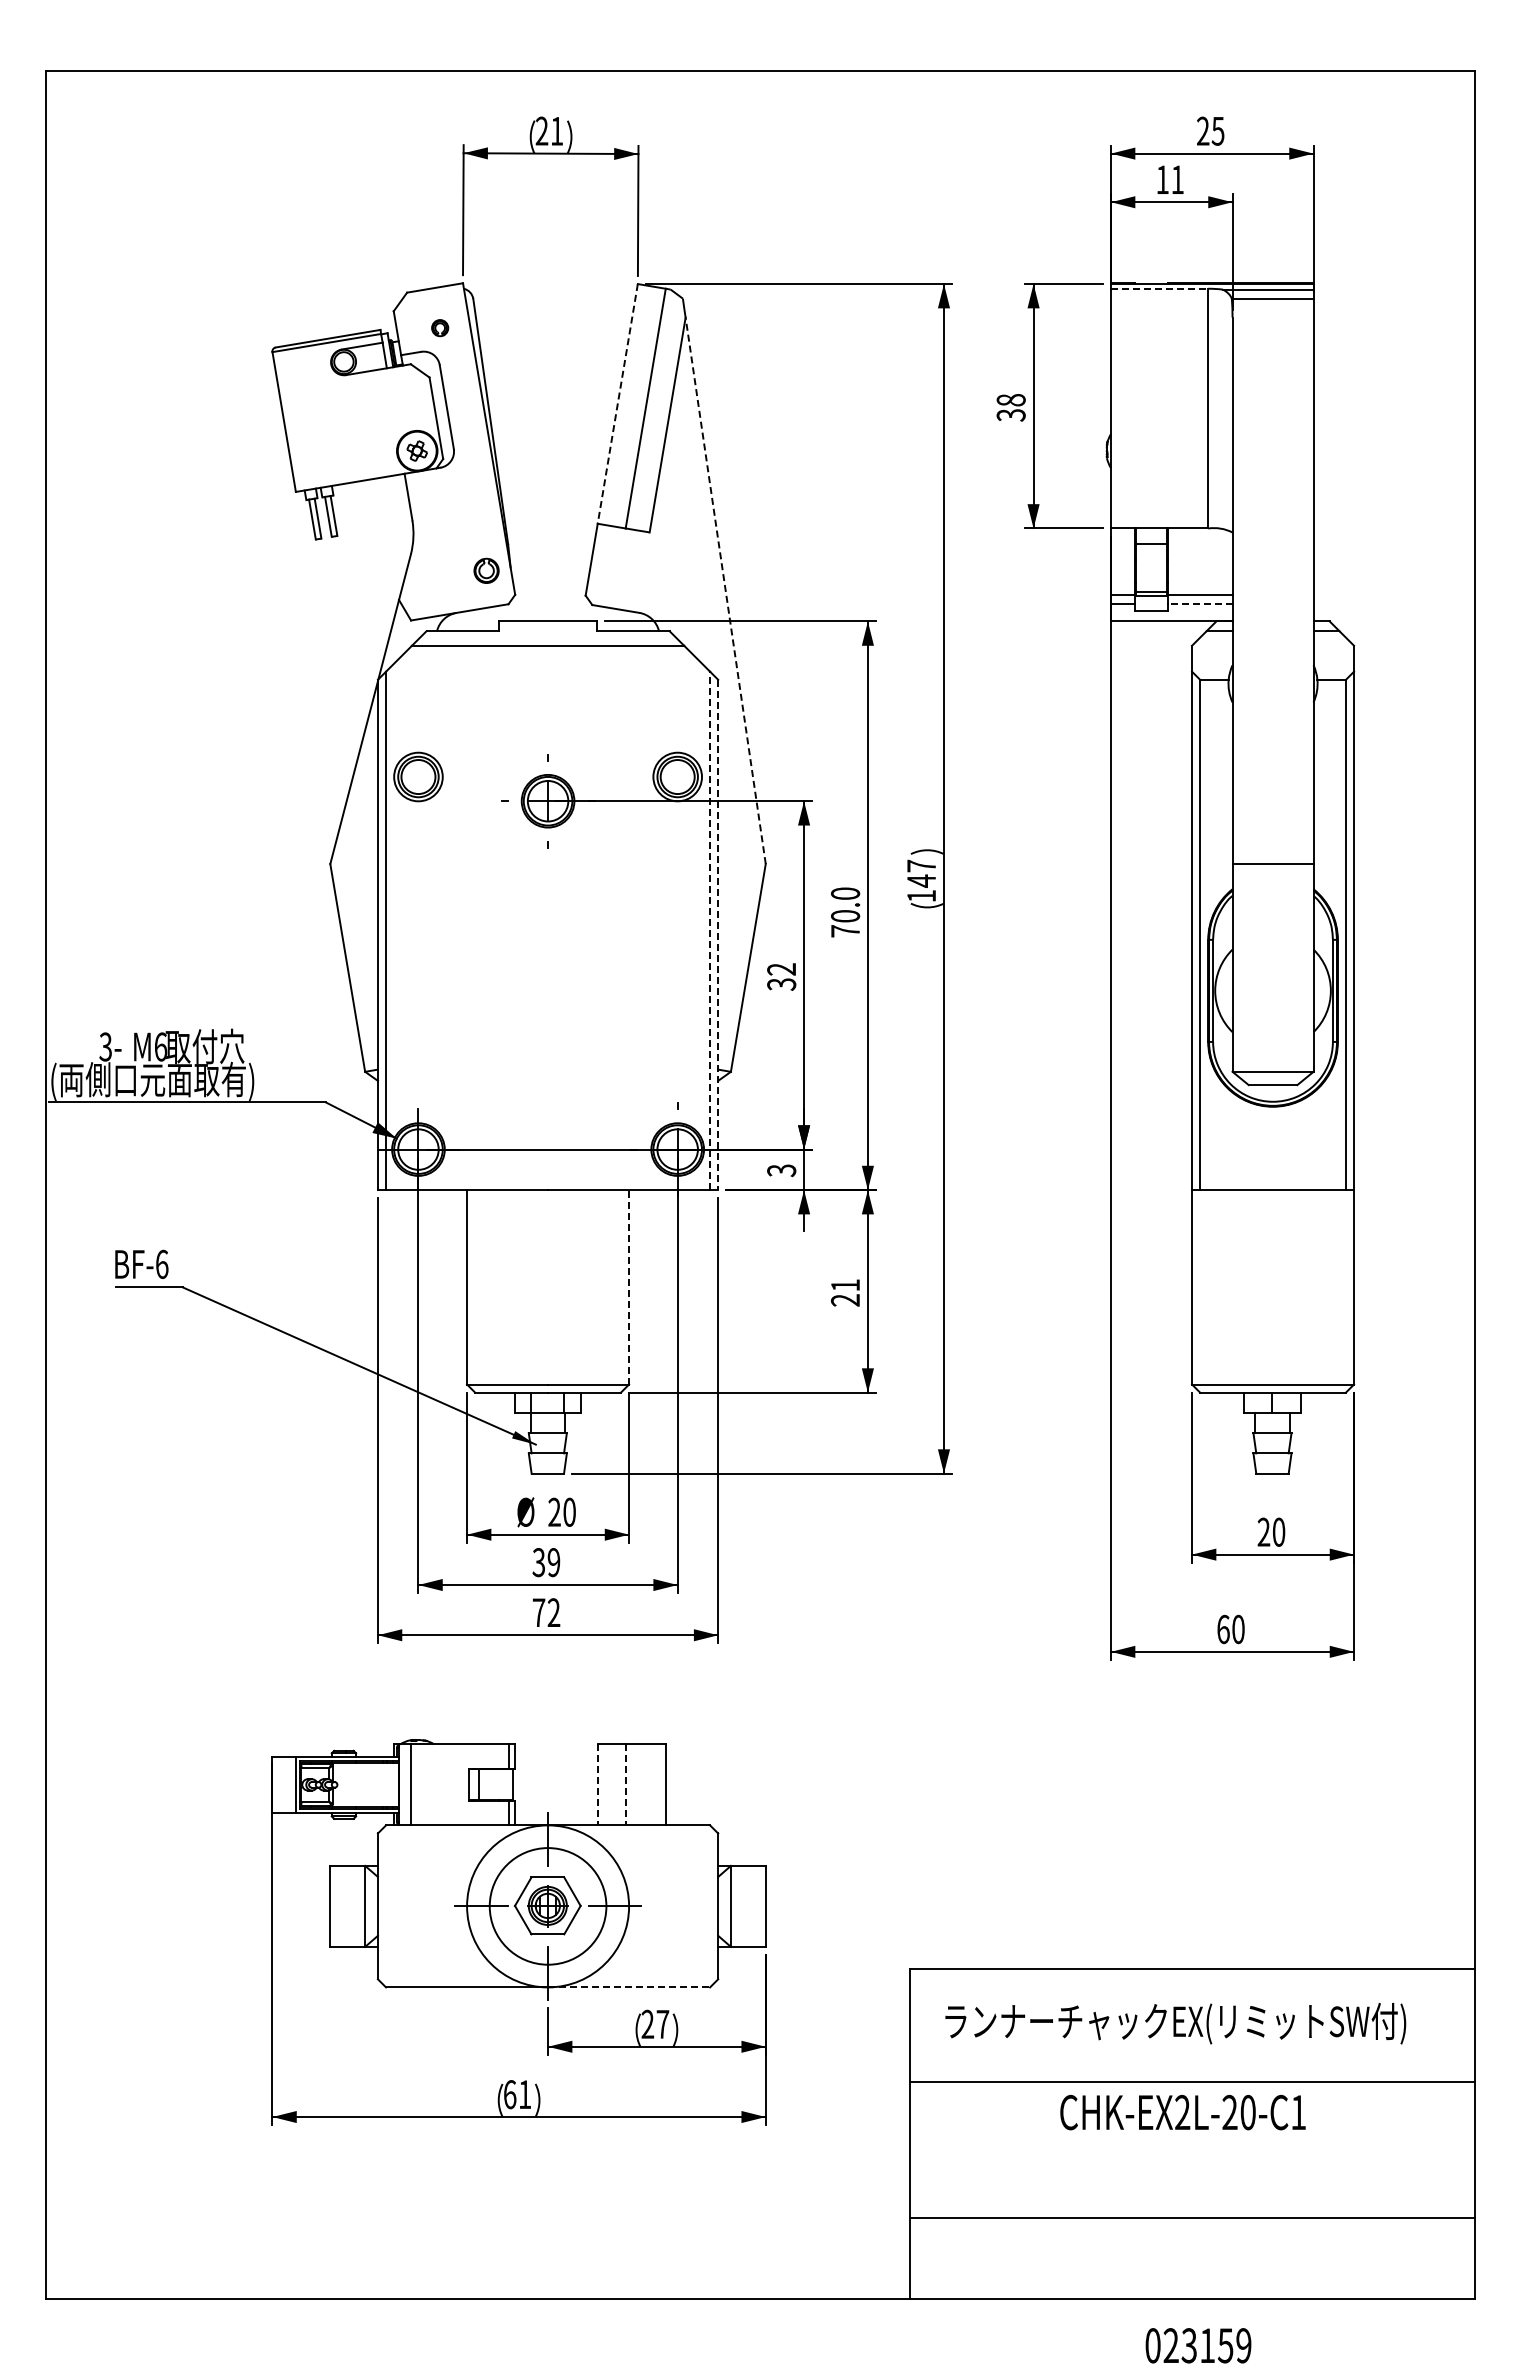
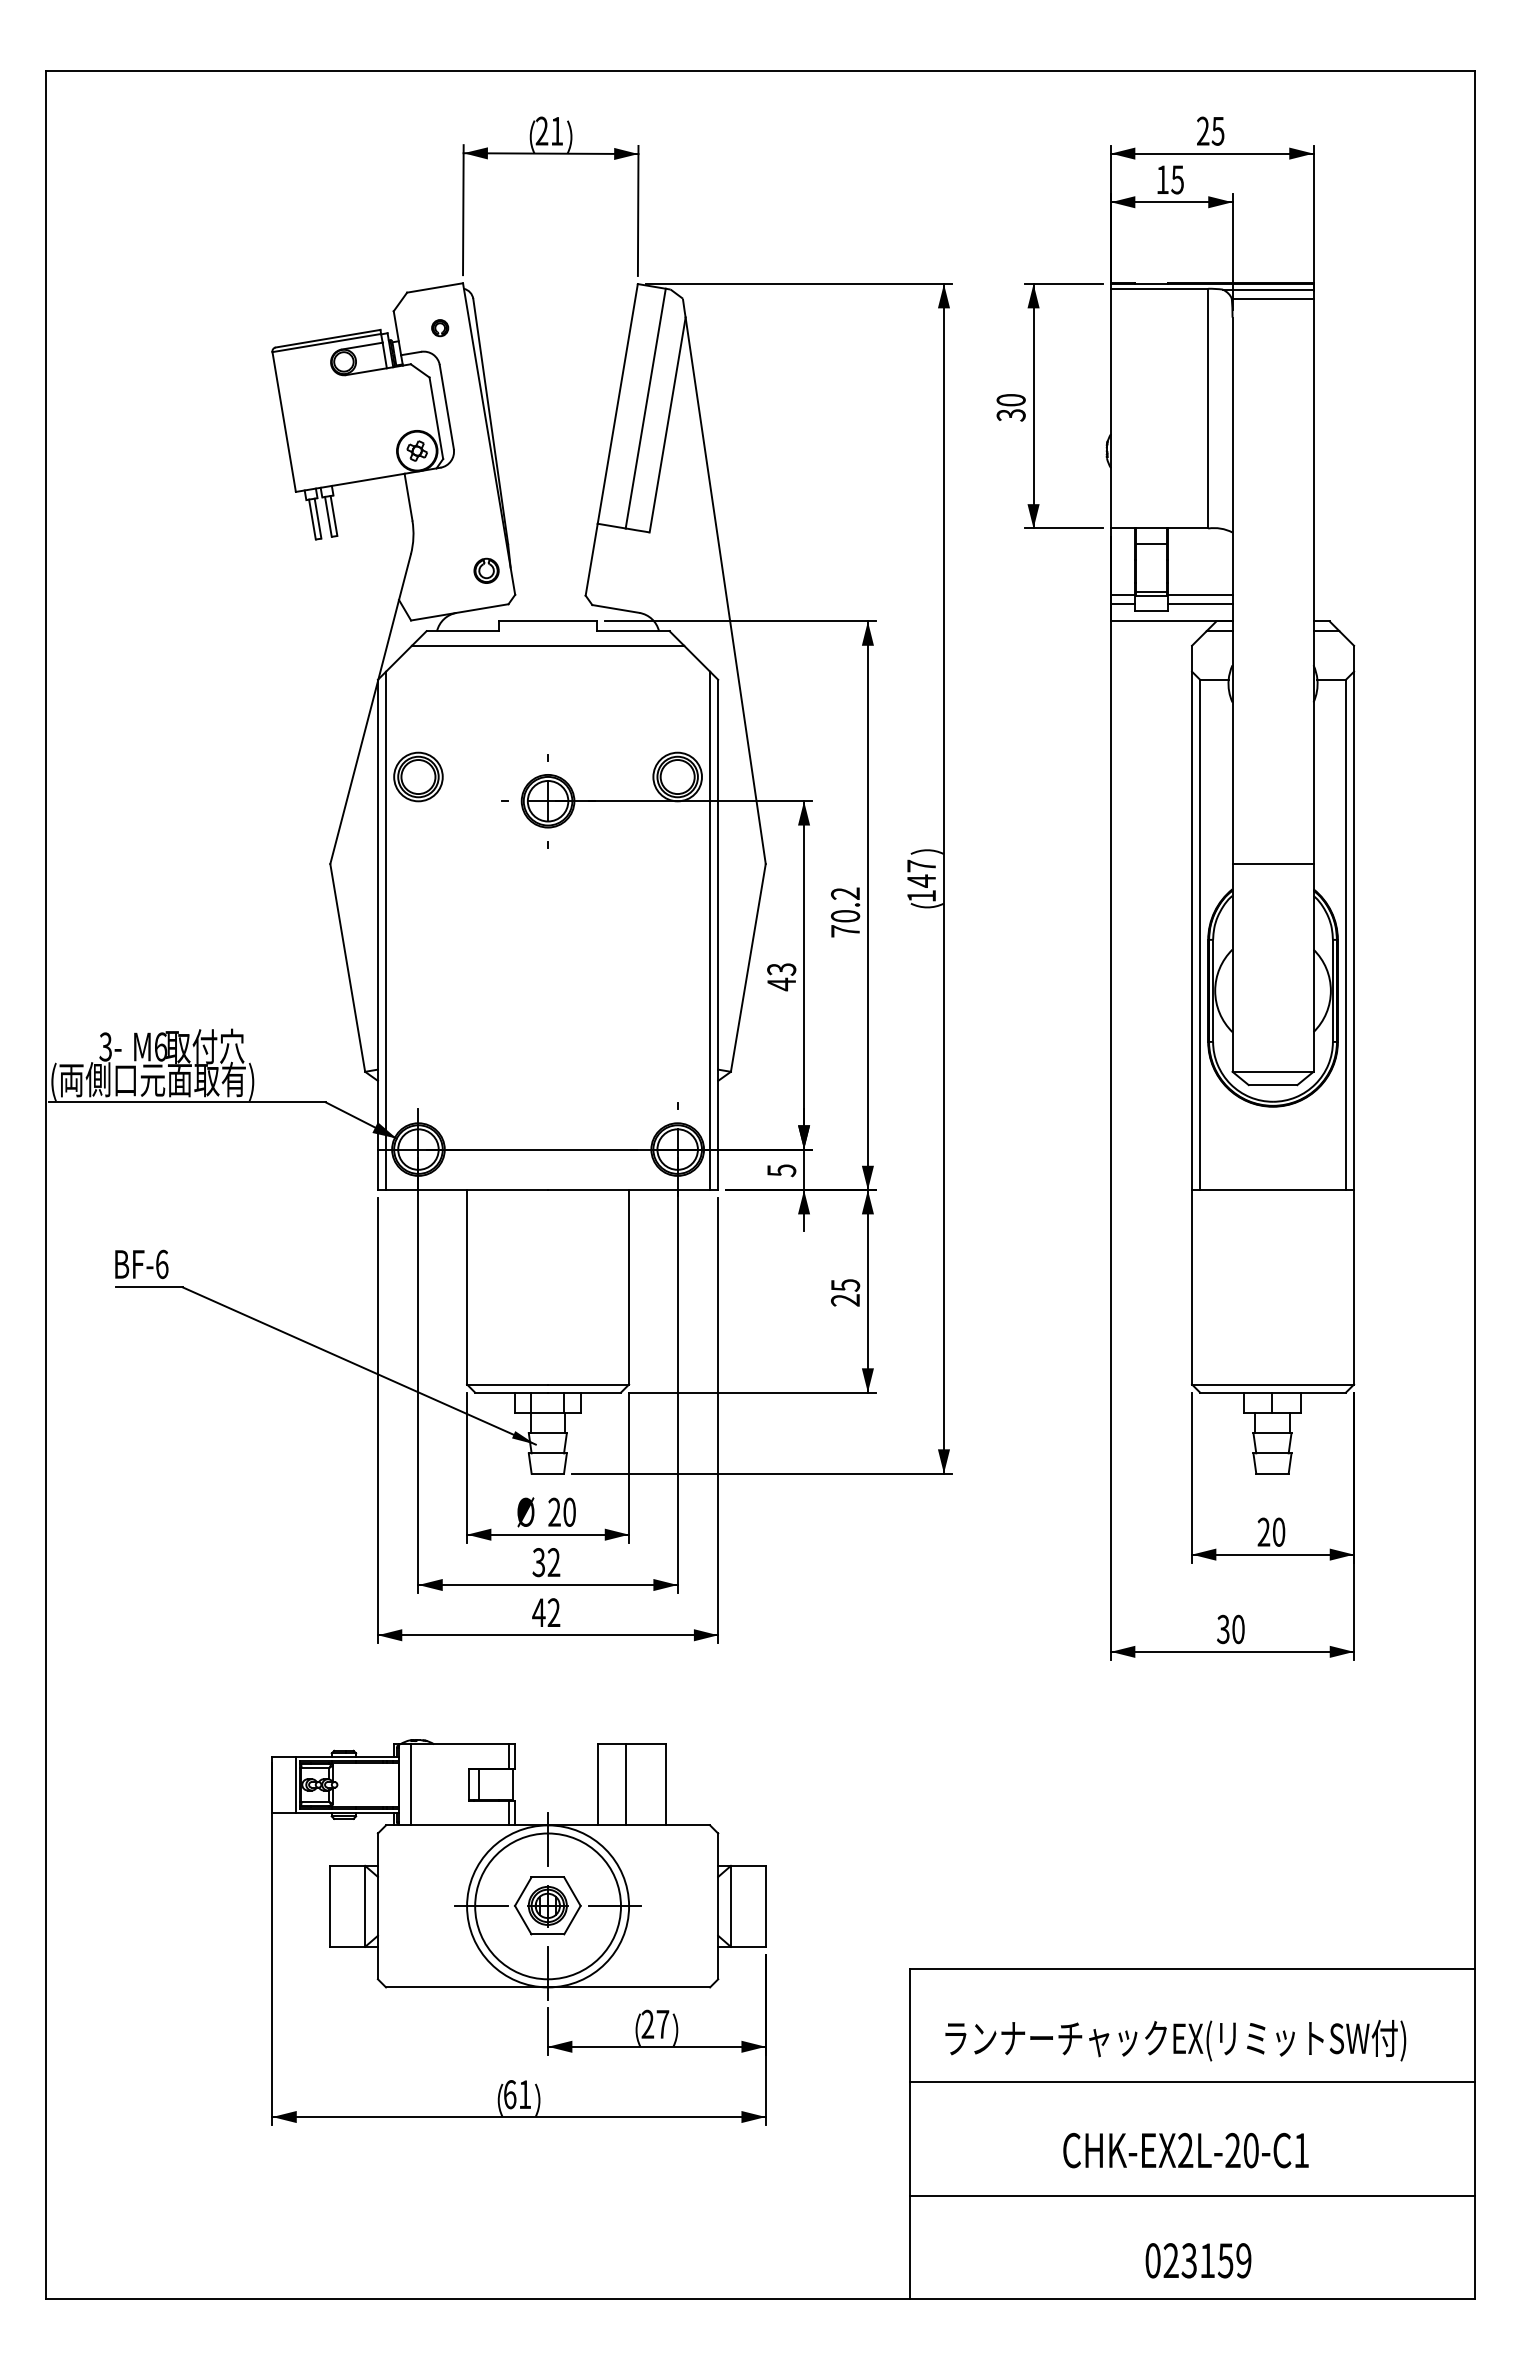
text at (1177, 179): 11 -> 15
line at (1159, 288): dashed -> solid
text at (1011, 400): 38 -> 30
line at (617, 403): dashed -> solid
line at (725, 590): dashed -> solid
line at (1199, 604): dashed -> solid
text at (845, 893): 70.0 -> 70.2
line at (710, 930): dashed -> solid
line at (718, 935): dashed -> solid
text at (781, 977): 32 -> 43
text at (781, 1170): 3 -> 5
text at (845, 1285): 21 -> 25
line at (629, 1286): dashed -> solid
text at (553, 1562): 39 -> 32
text at (538, 1612): 72 -> 42
text at (1223, 1629): 60 -> 30
line at (597, 1784): dashed -> solid
line at (625, 1784): dashed -> solid
circle at (547, 1906) diameter: 117 px -> 146 px
line at (629, 1987): dashed -> solid
text at (1175, 2023) position: (1175, 2023) -> (1175, 2040)
text at (1182, 2112) position: (1182, 2112) -> (1185, 2150)
line at (1192, 2217) position: (1192, 2217) -> (1192, 2195)
text at (1198, 2345) position: (1198, 2345) -> (1198, 2260)
